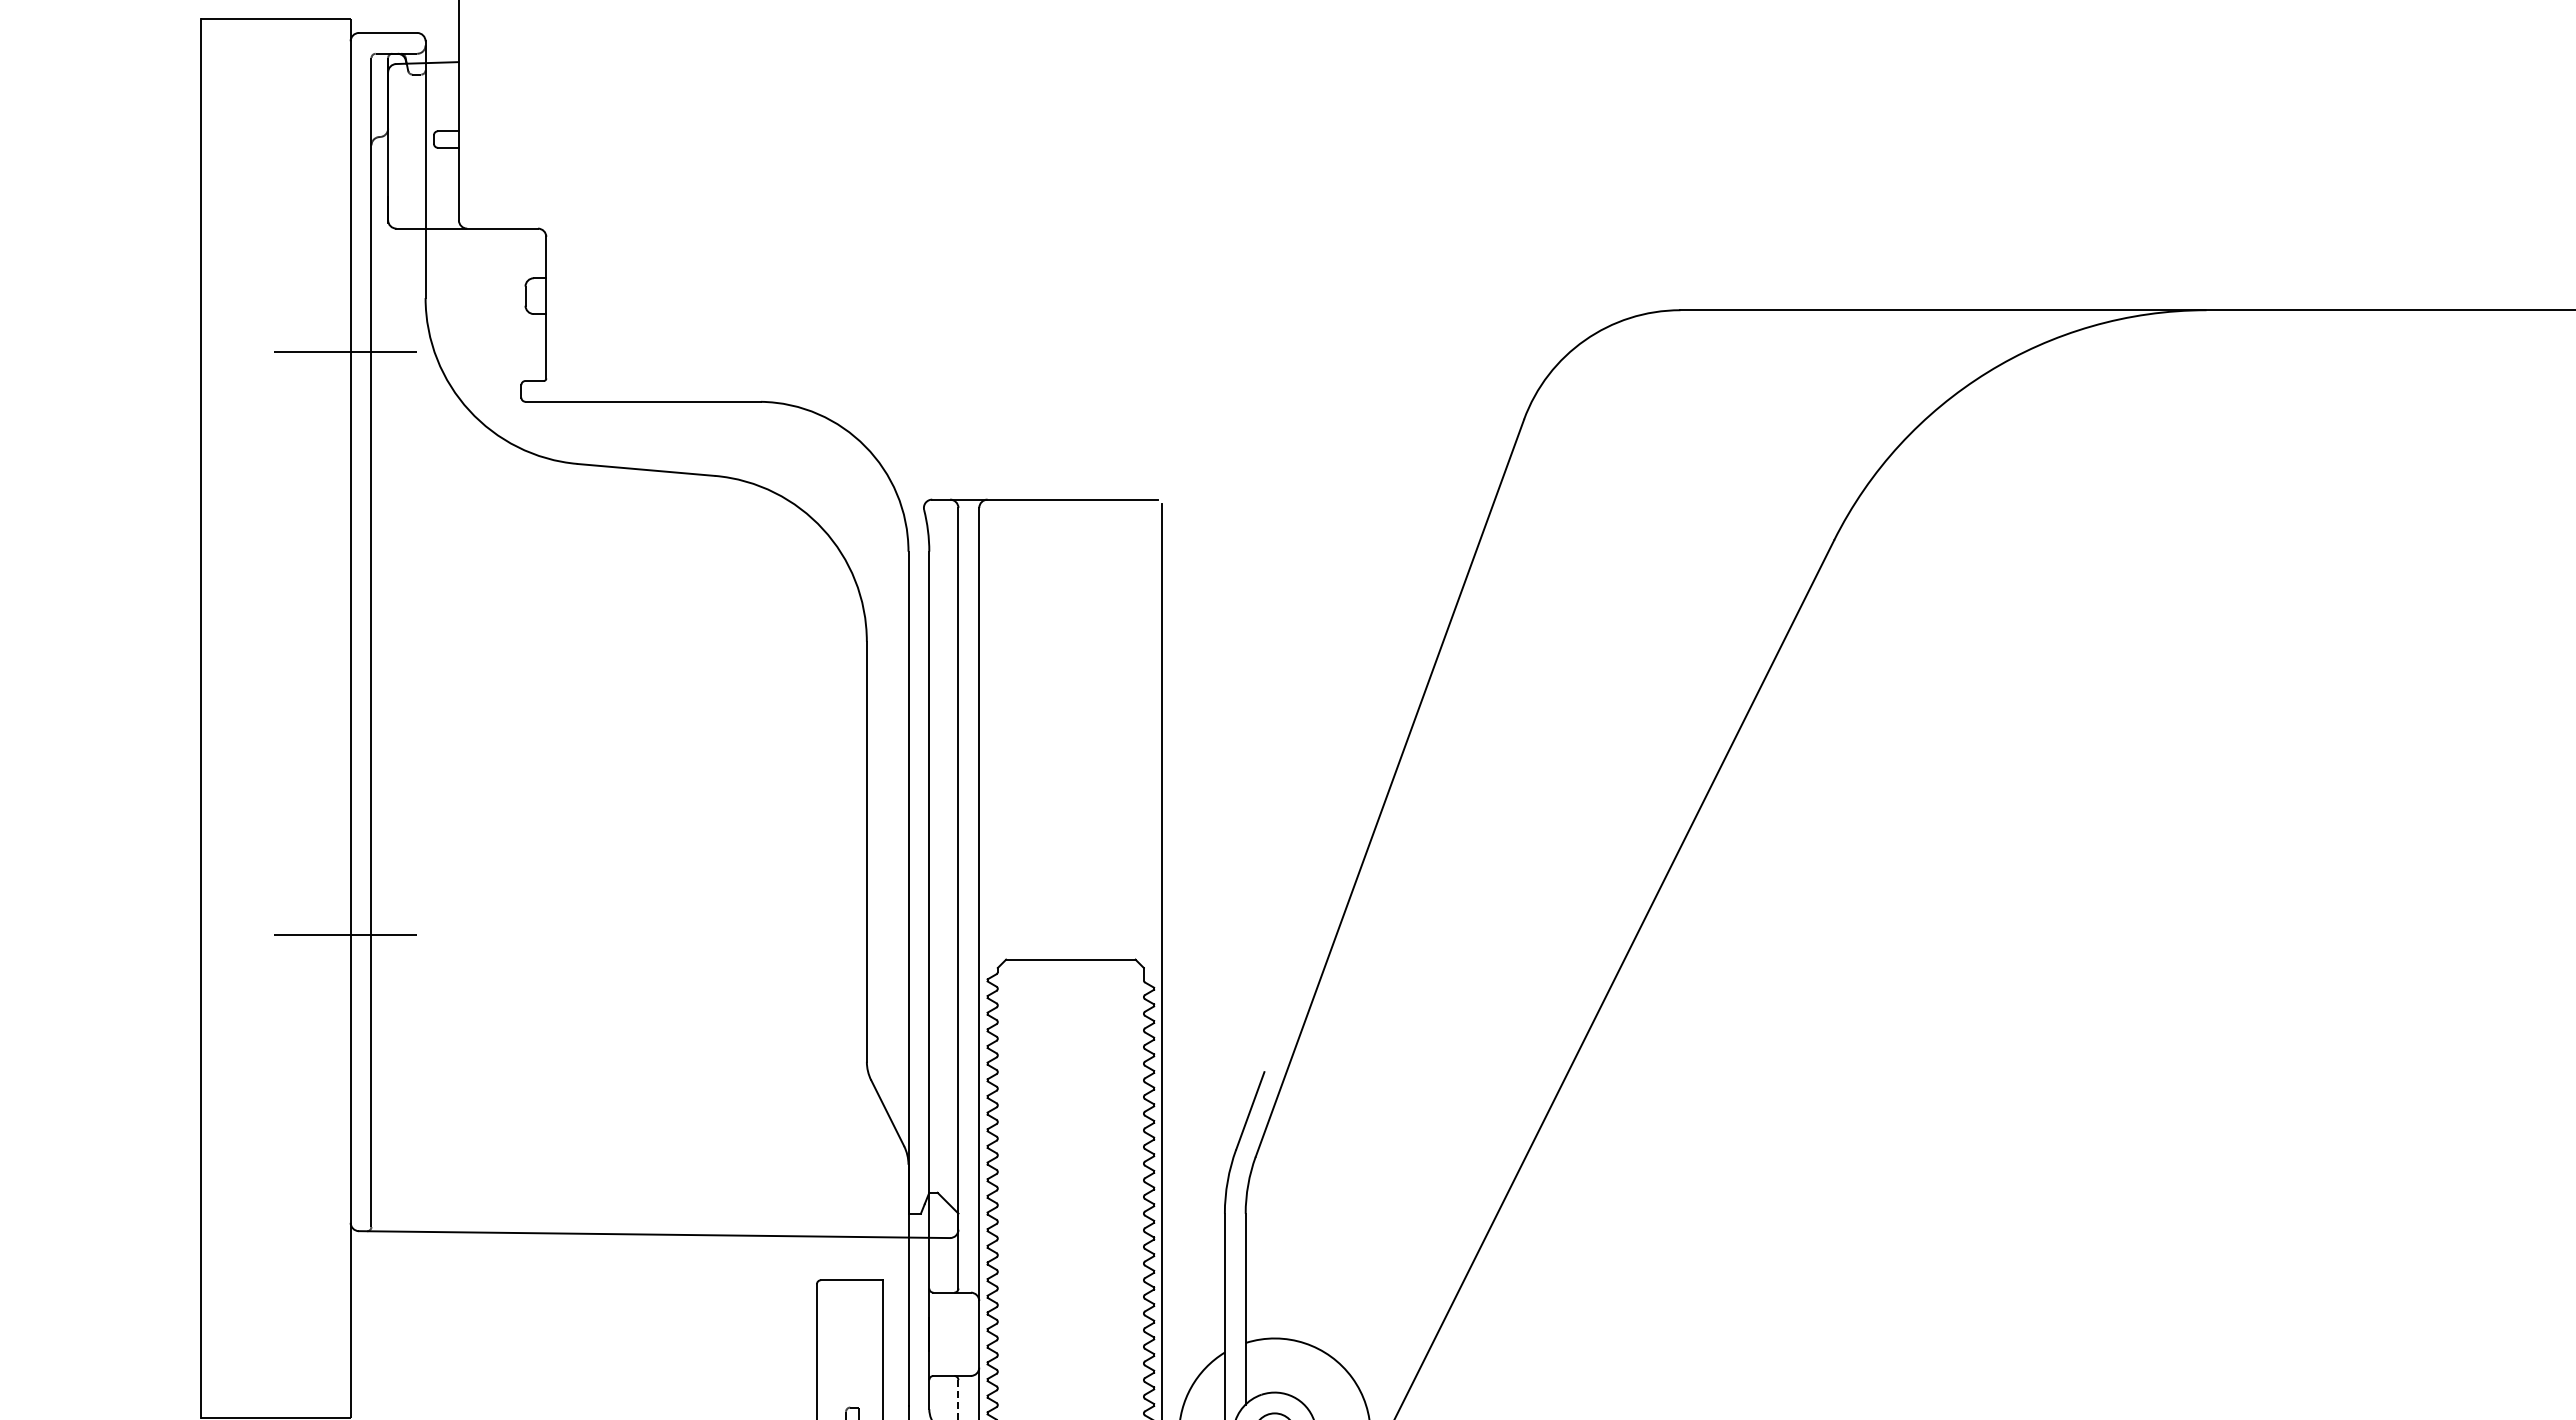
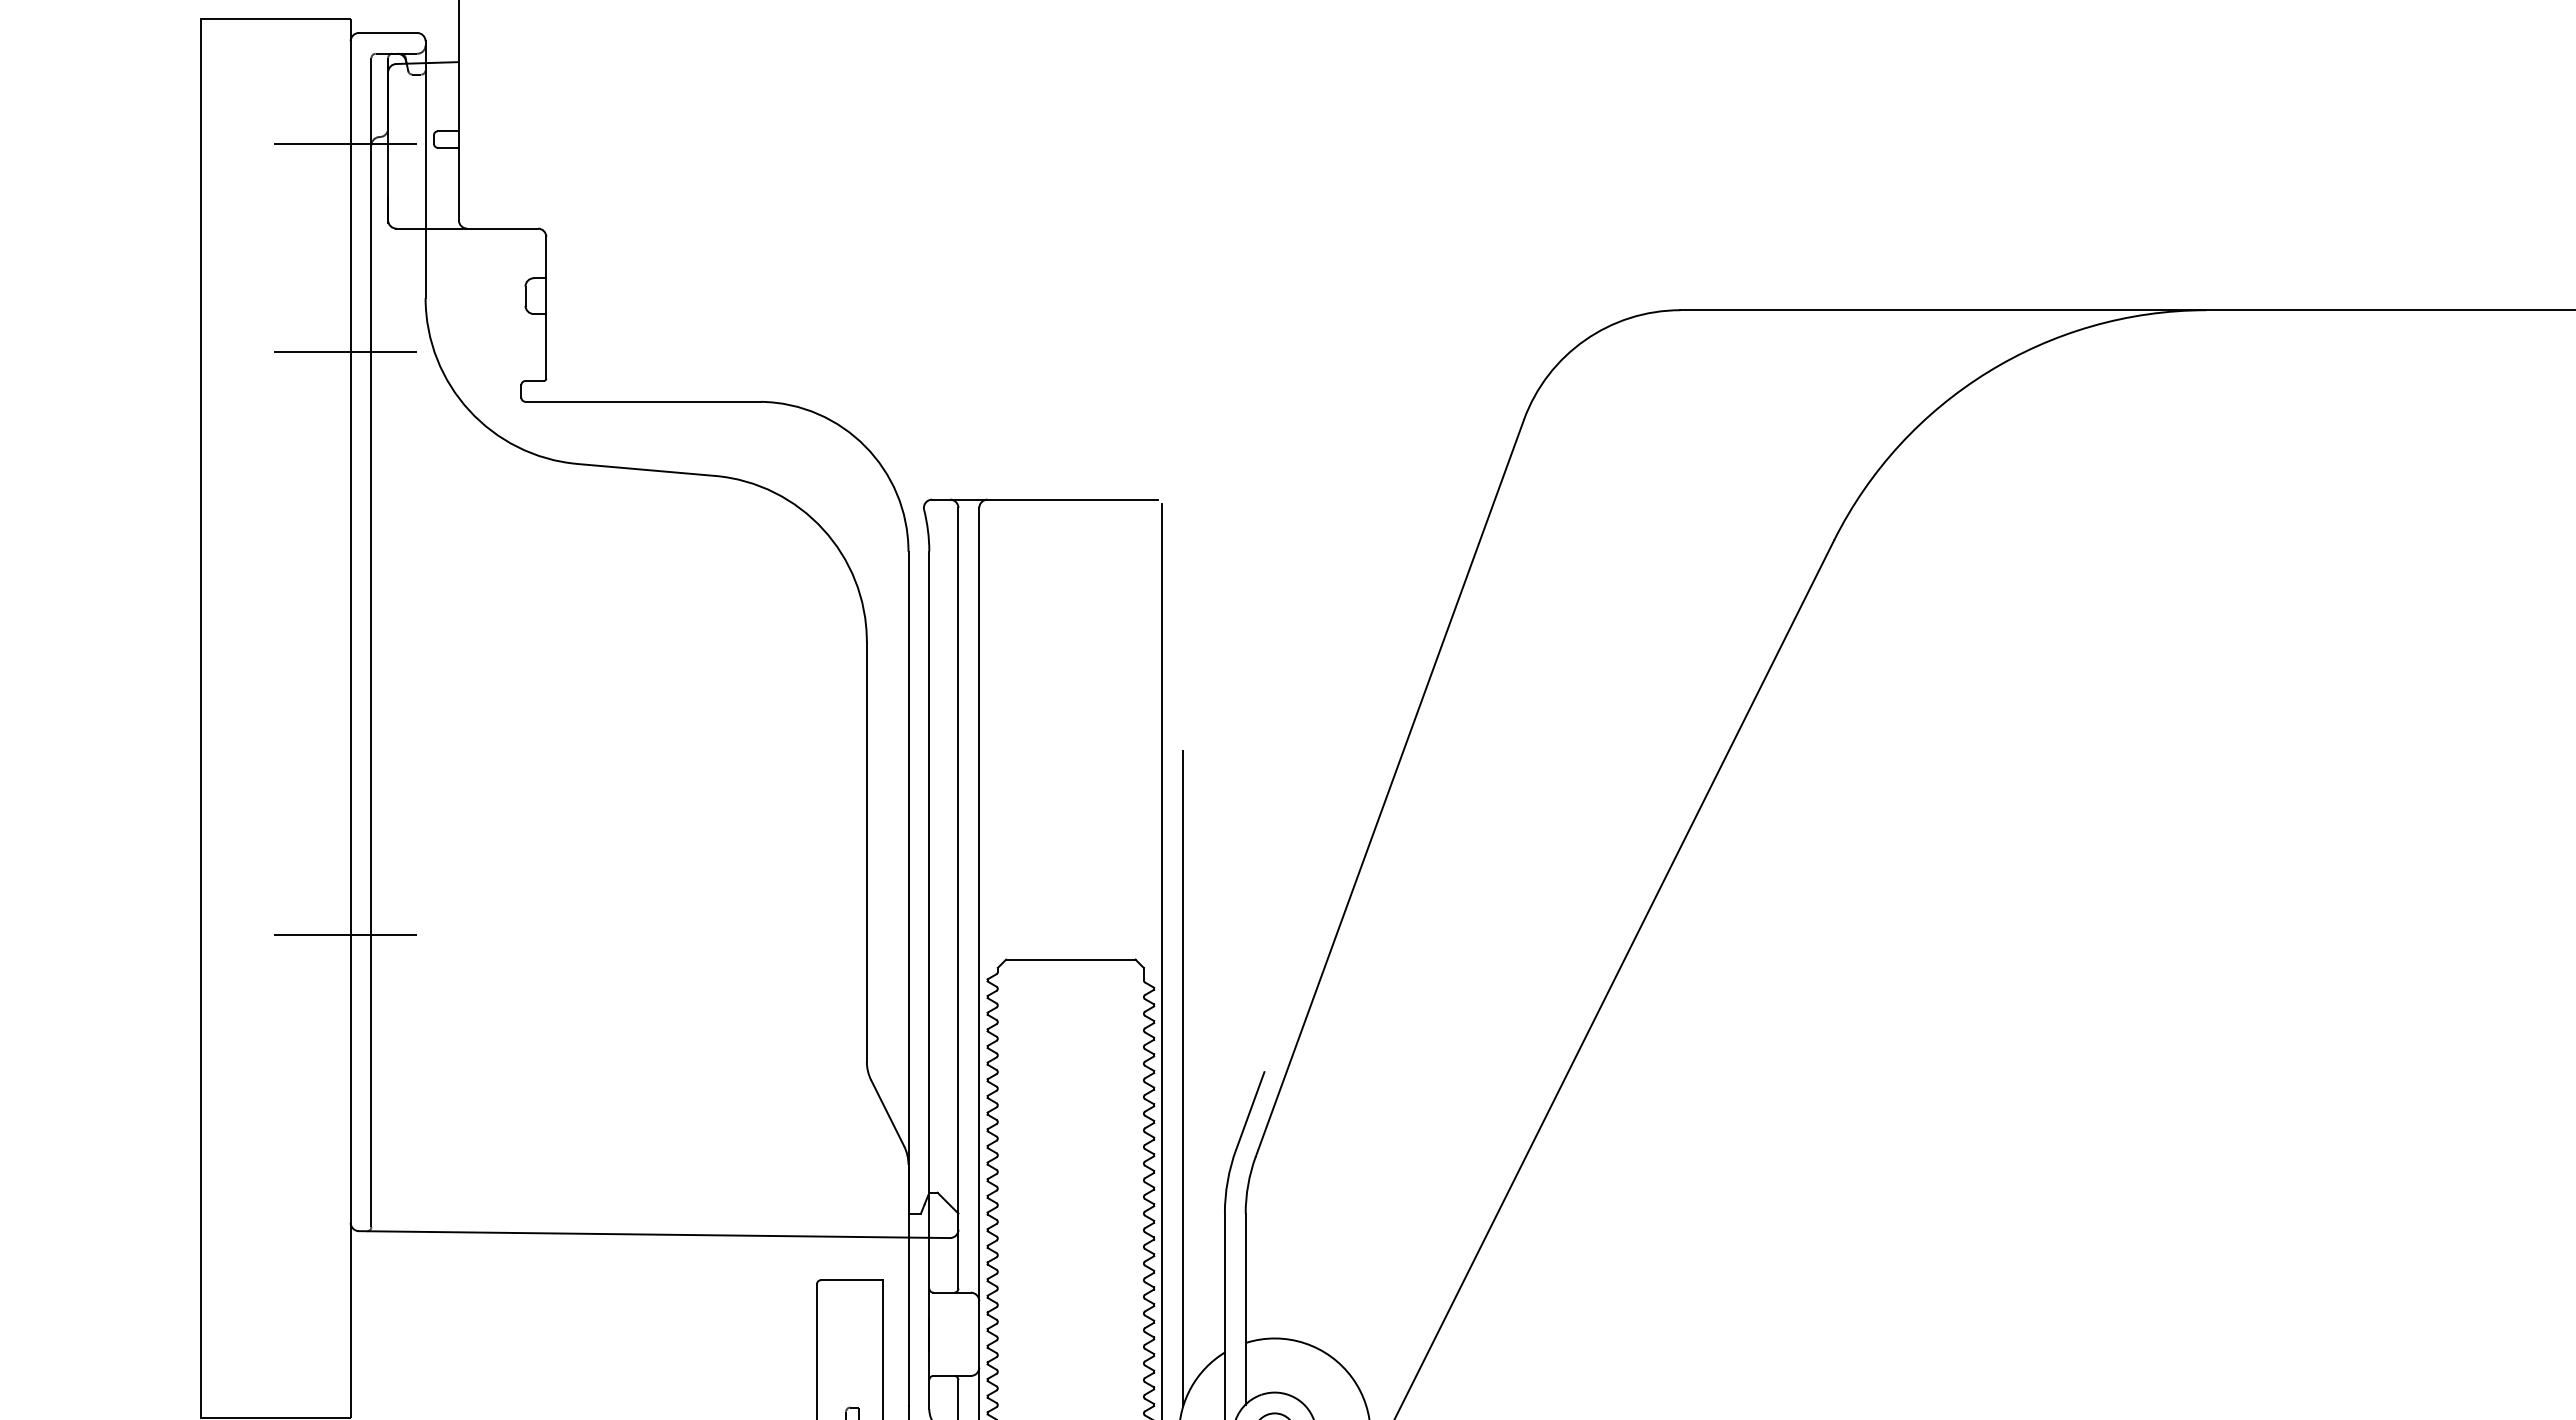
line at (345, 143): none -> present
line at (1183, 1078): none -> present
line at (958, 1400): dashed -> solid
